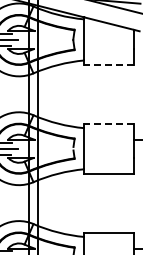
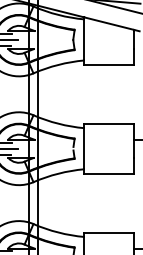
line at (109, 64): dashed -> solid
line at (109, 123): dashed -> solid
